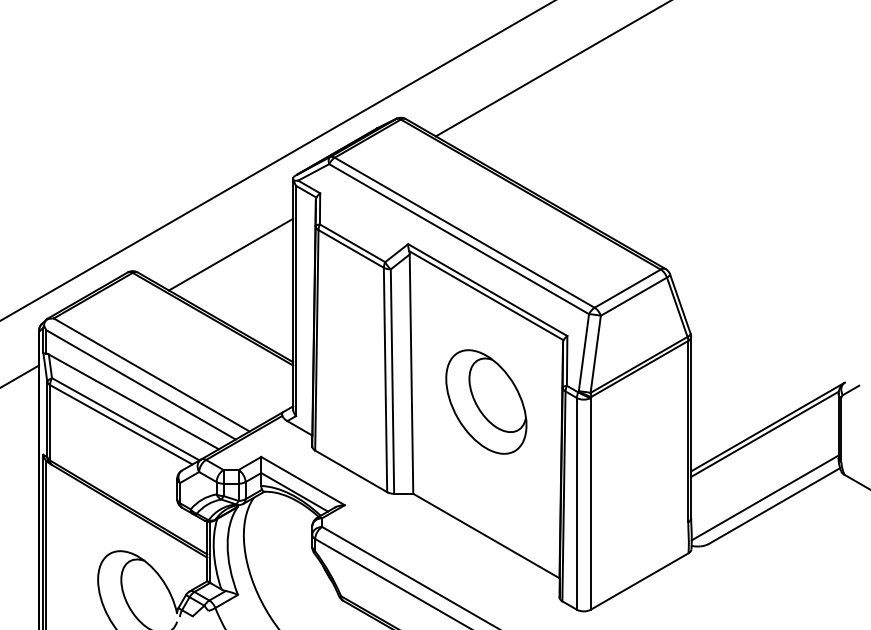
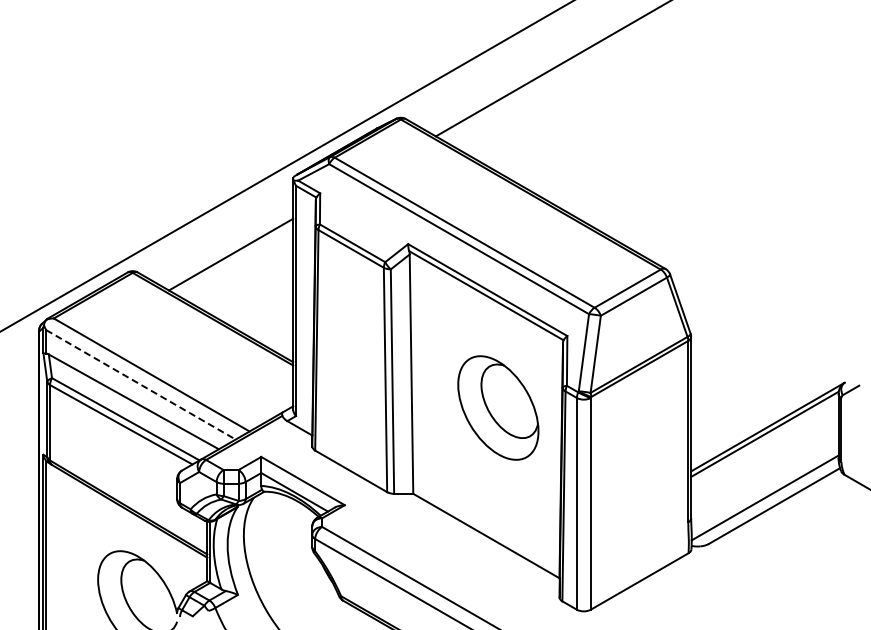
line at (277, 160) position: (277, 160) -> (286, 166)
line at (20, 375): present -> none
line at (141, 385): solid -> dashed
part at (486, 401) position: (486, 401) -> (498, 407)
